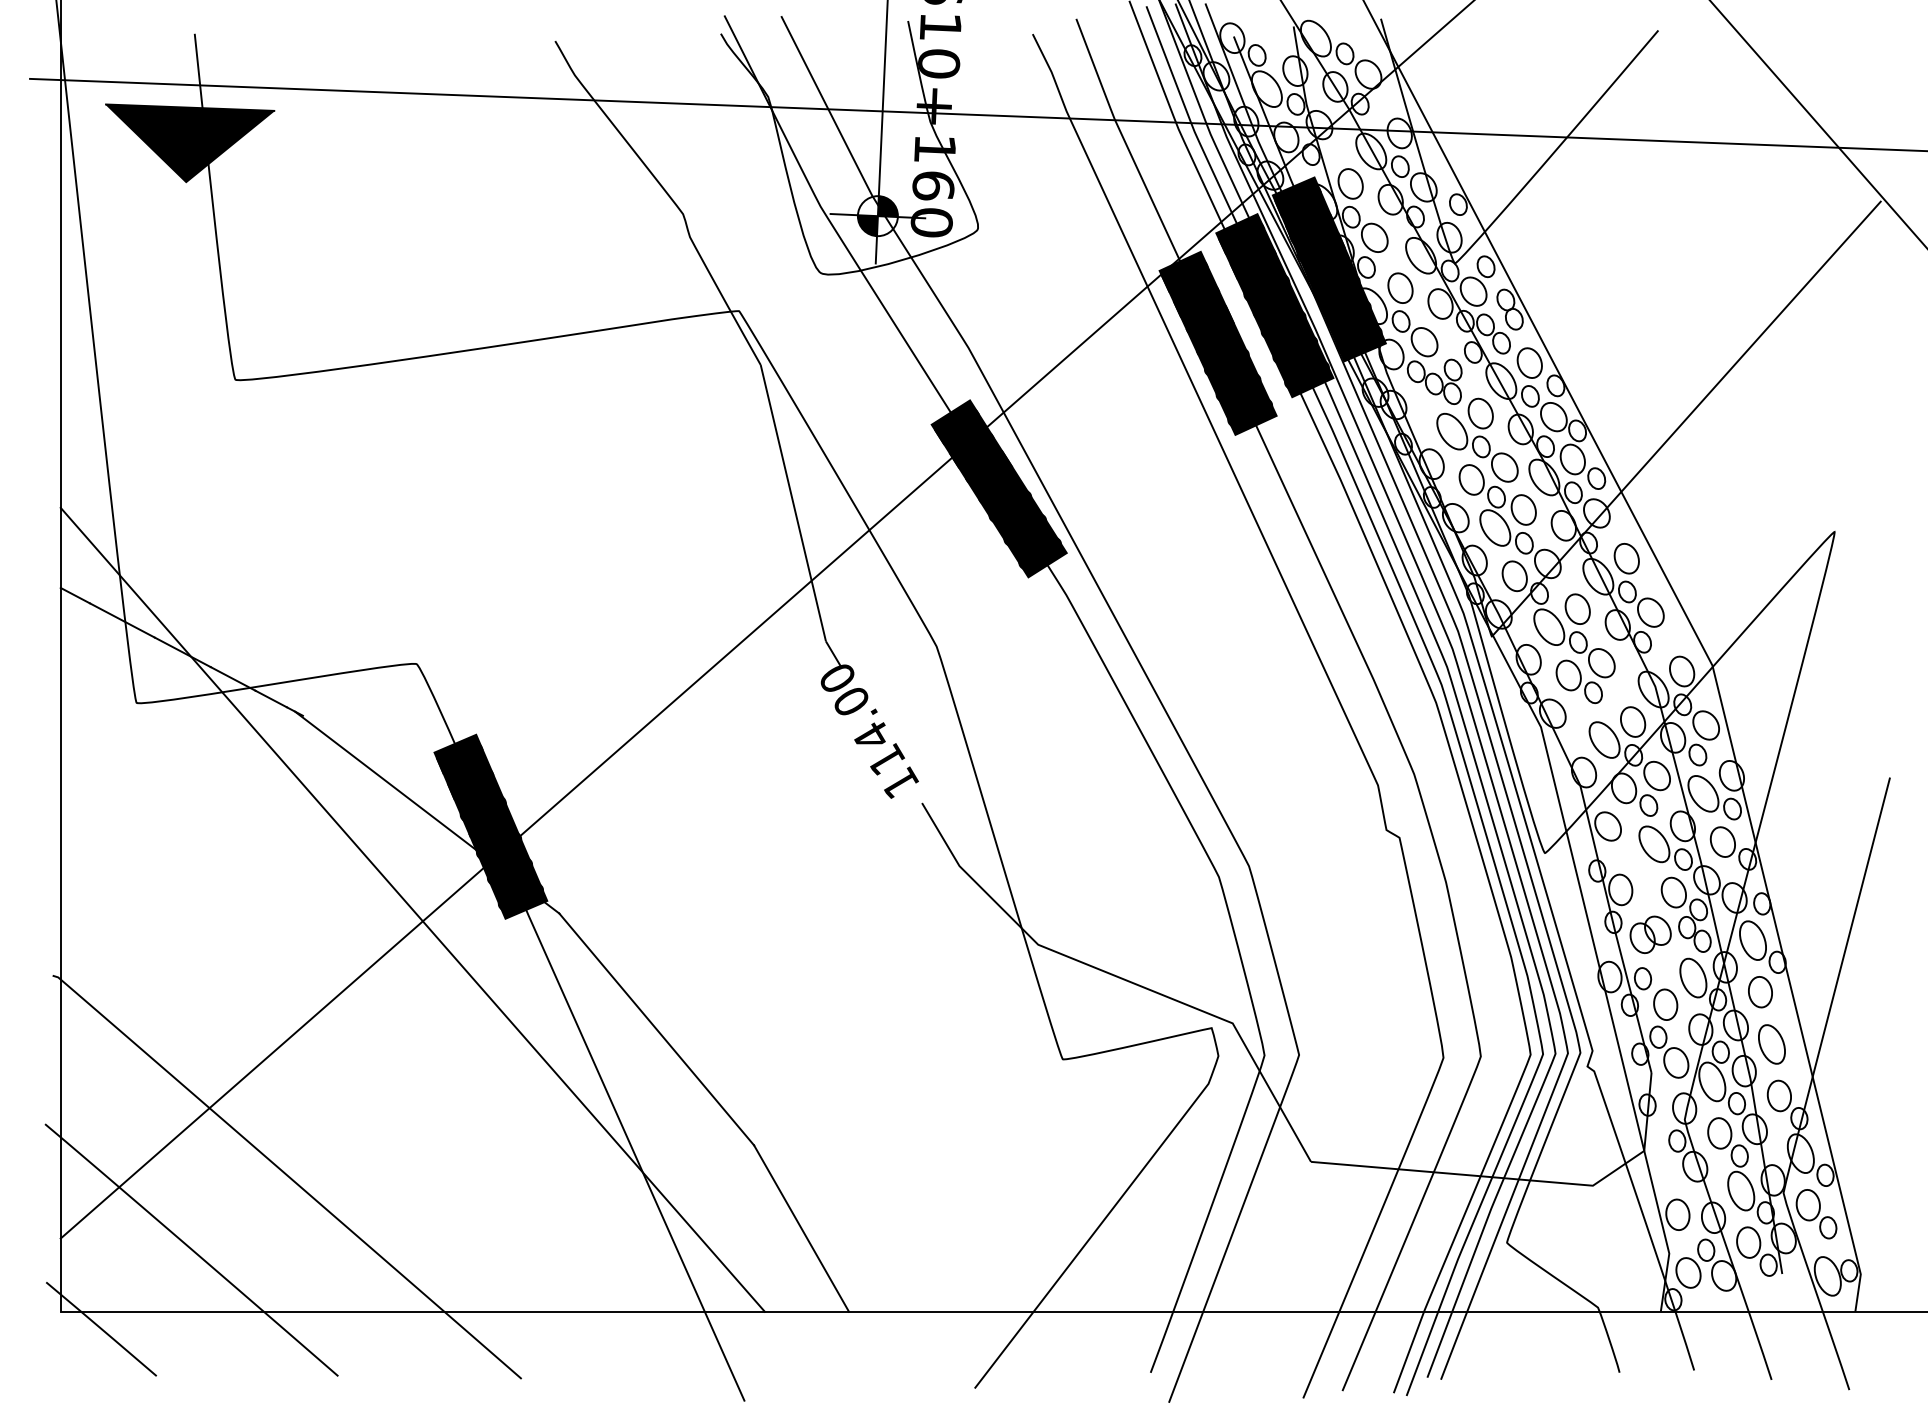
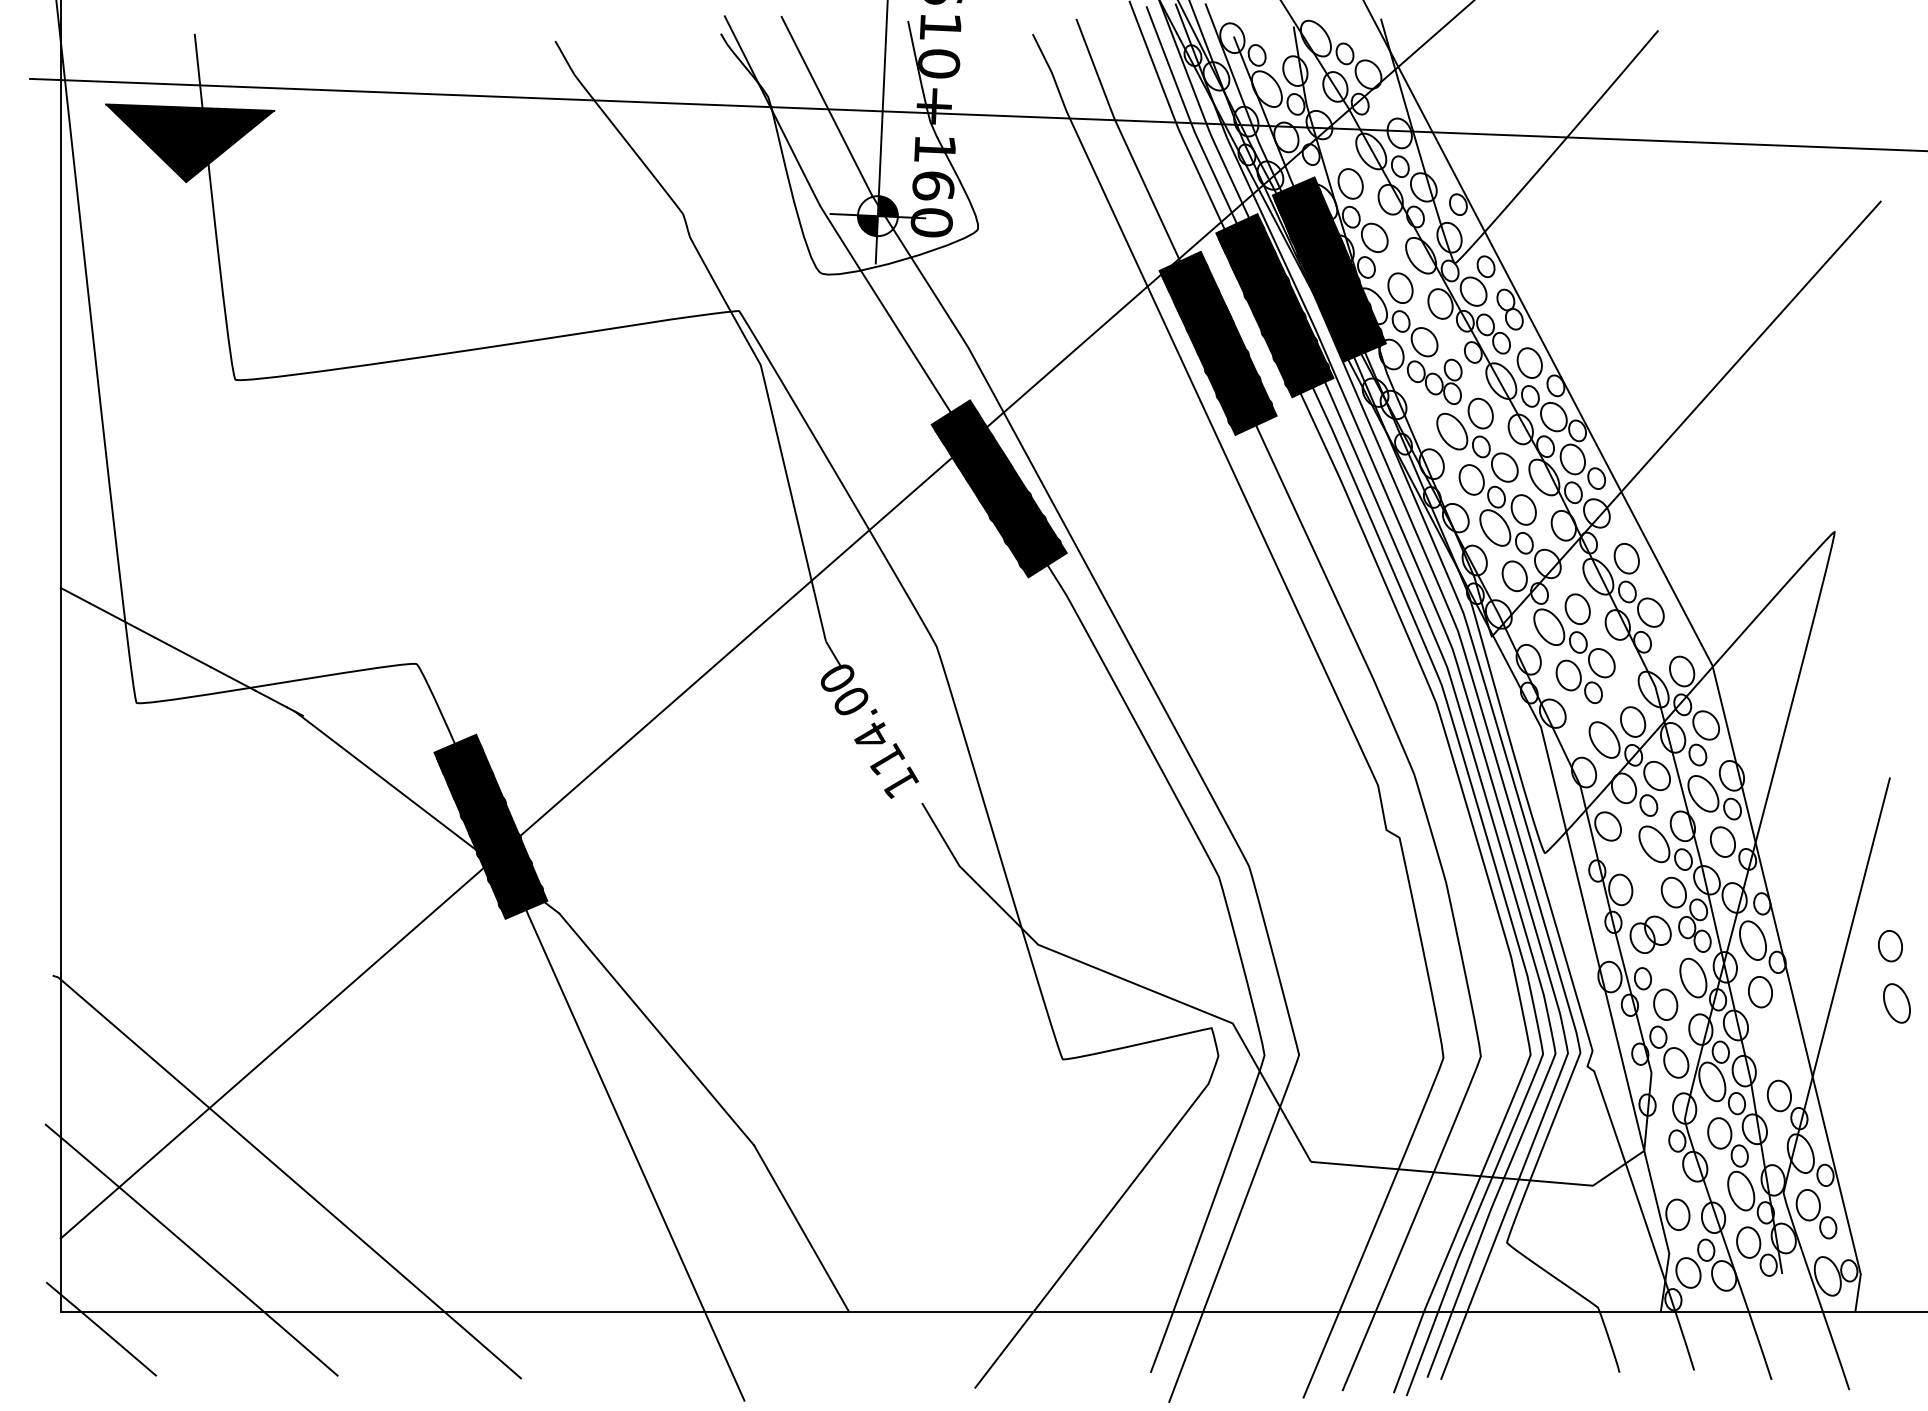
line at (1817, 123): present -> none
line at (412, 909): present -> none
part at (1890, 946): none -> present
part at (1771, 1044) position: (1771, 1044) -> (1896, 1003)
